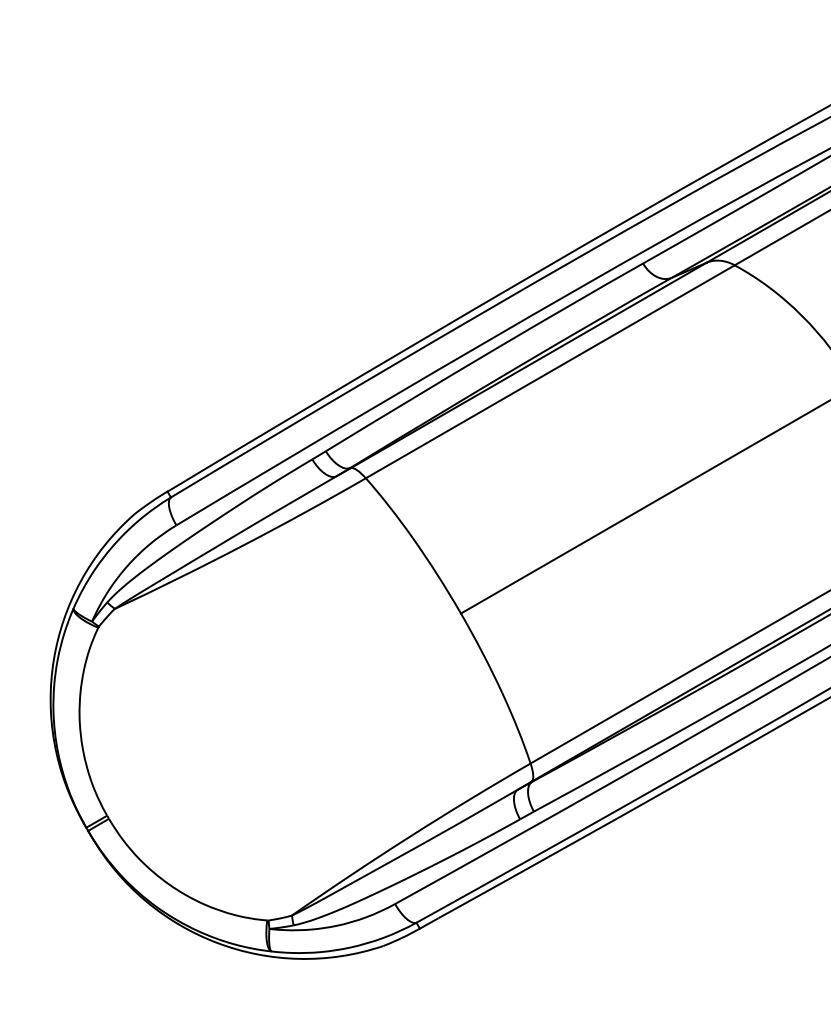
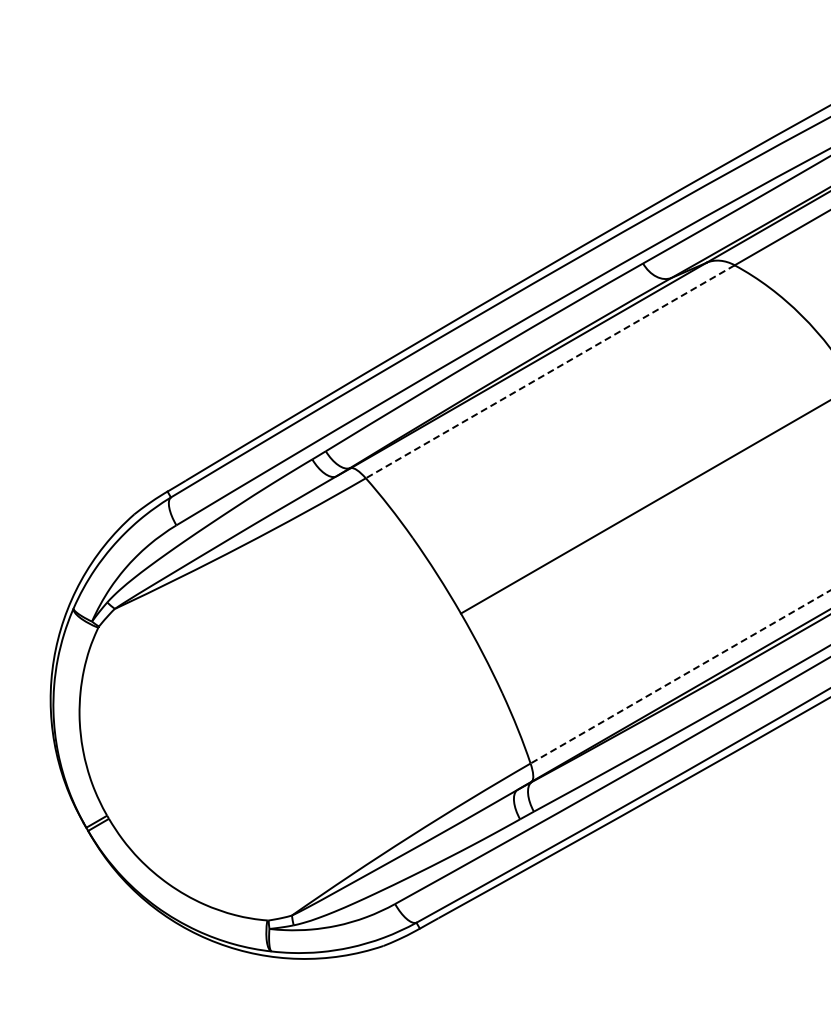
line at (550, 371): solid -> dashed
line at (680, 677): solid -> dashed
